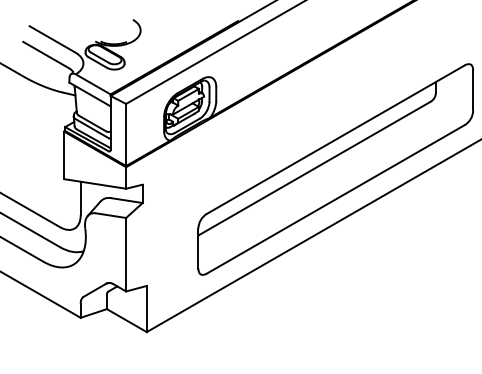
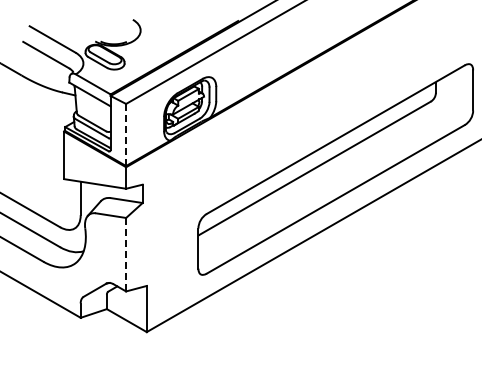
line at (126, 134): solid -> dashed
line at (126, 254): solid -> dashed
